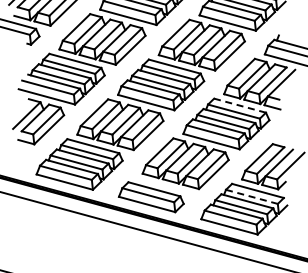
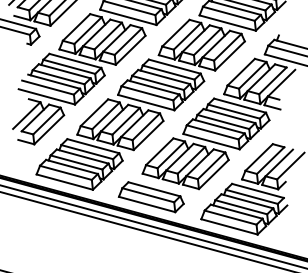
line at (240, 105): dashed -> solid
line at (251, 196): dashed -> solid
line at (153, 226): none -> present
